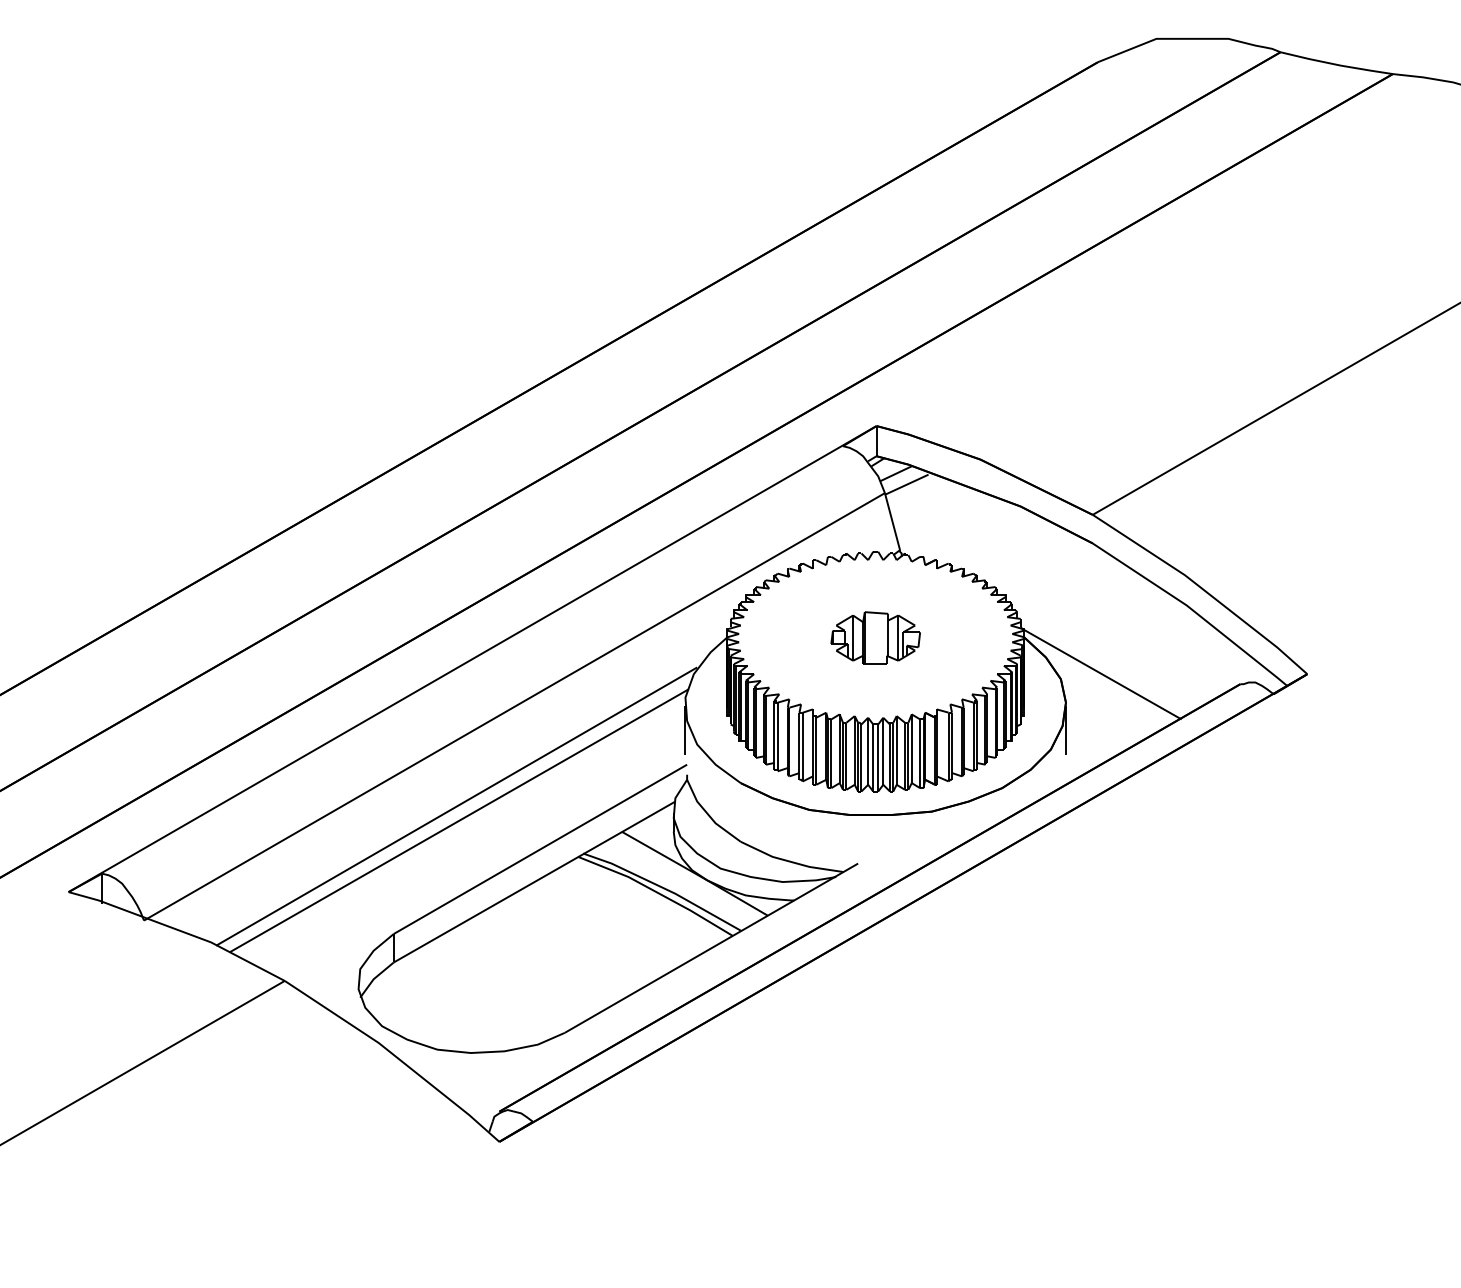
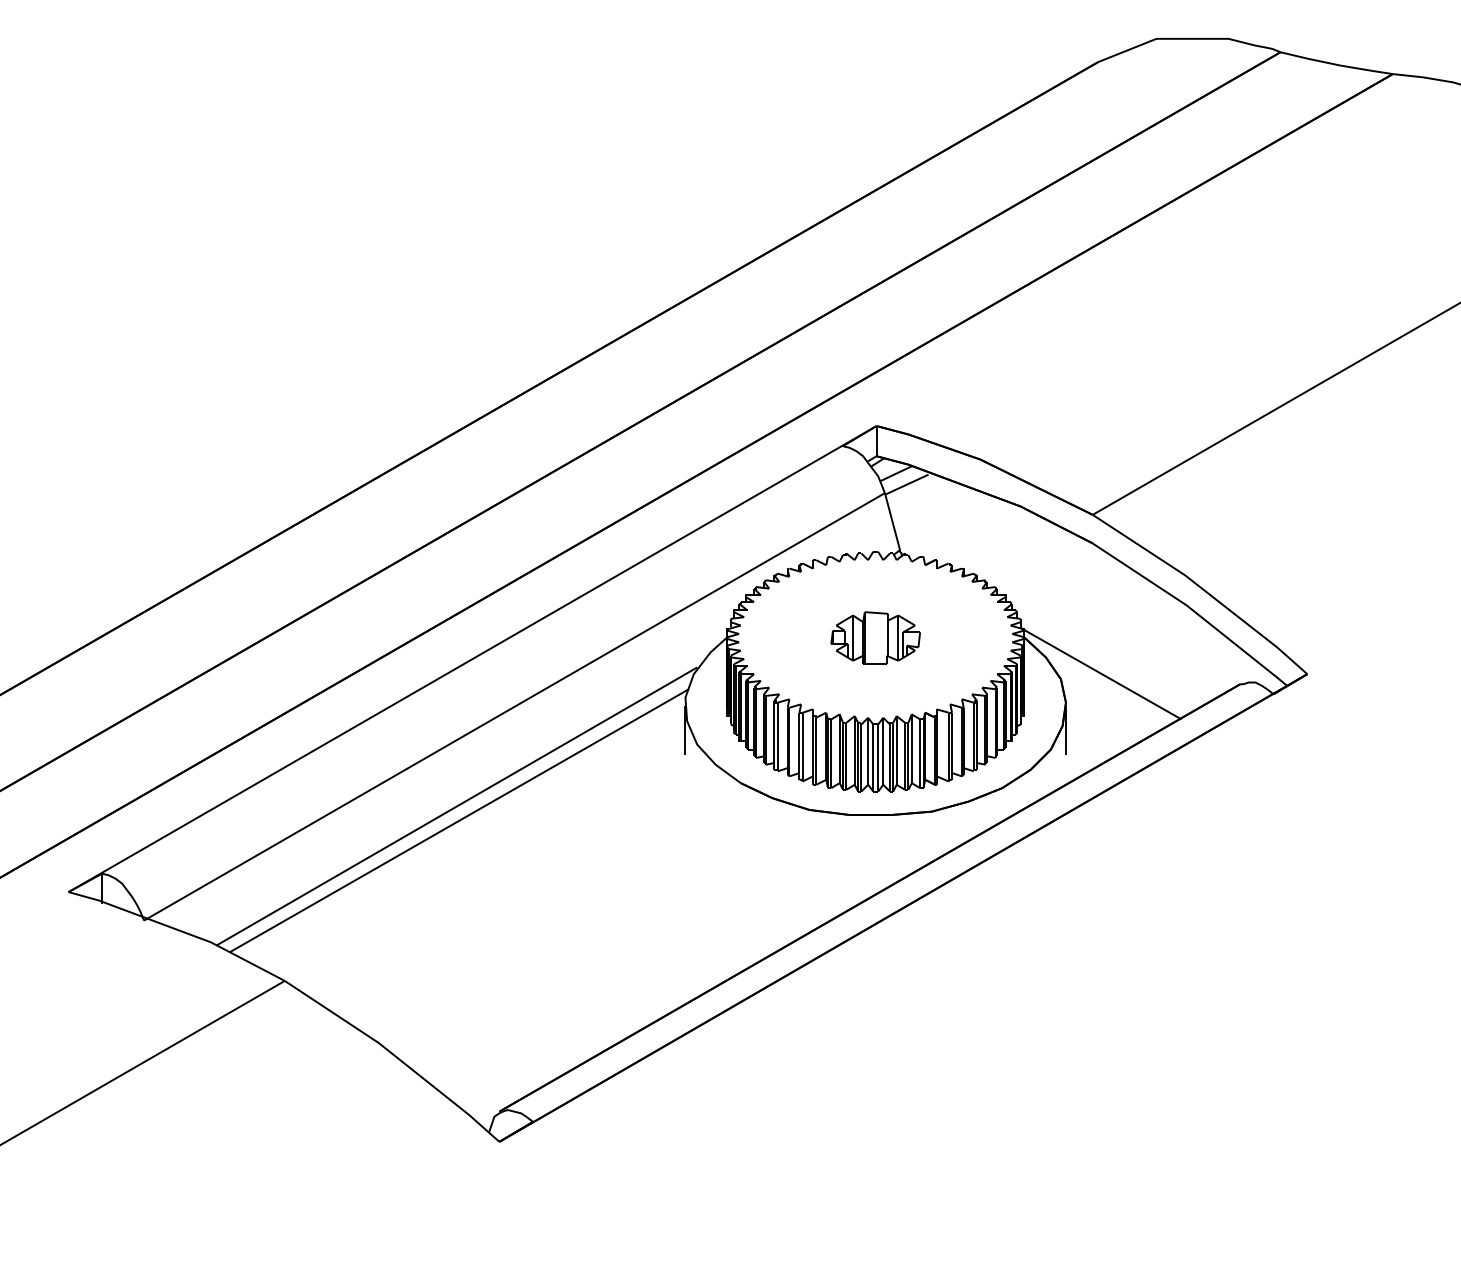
part at (607, 908): present -> none
